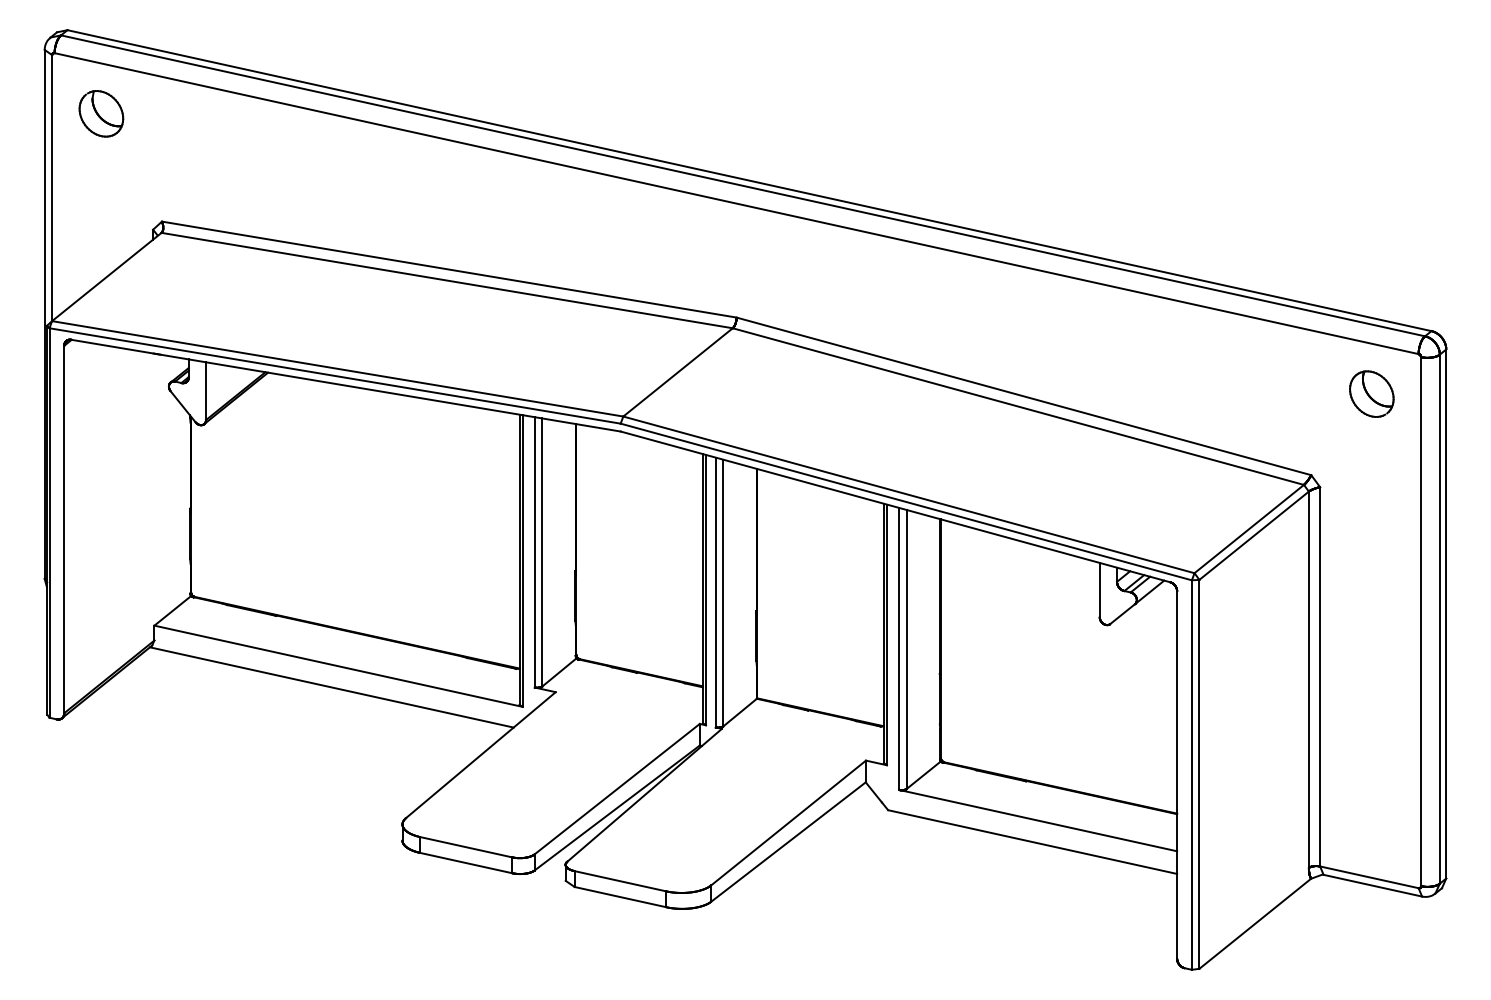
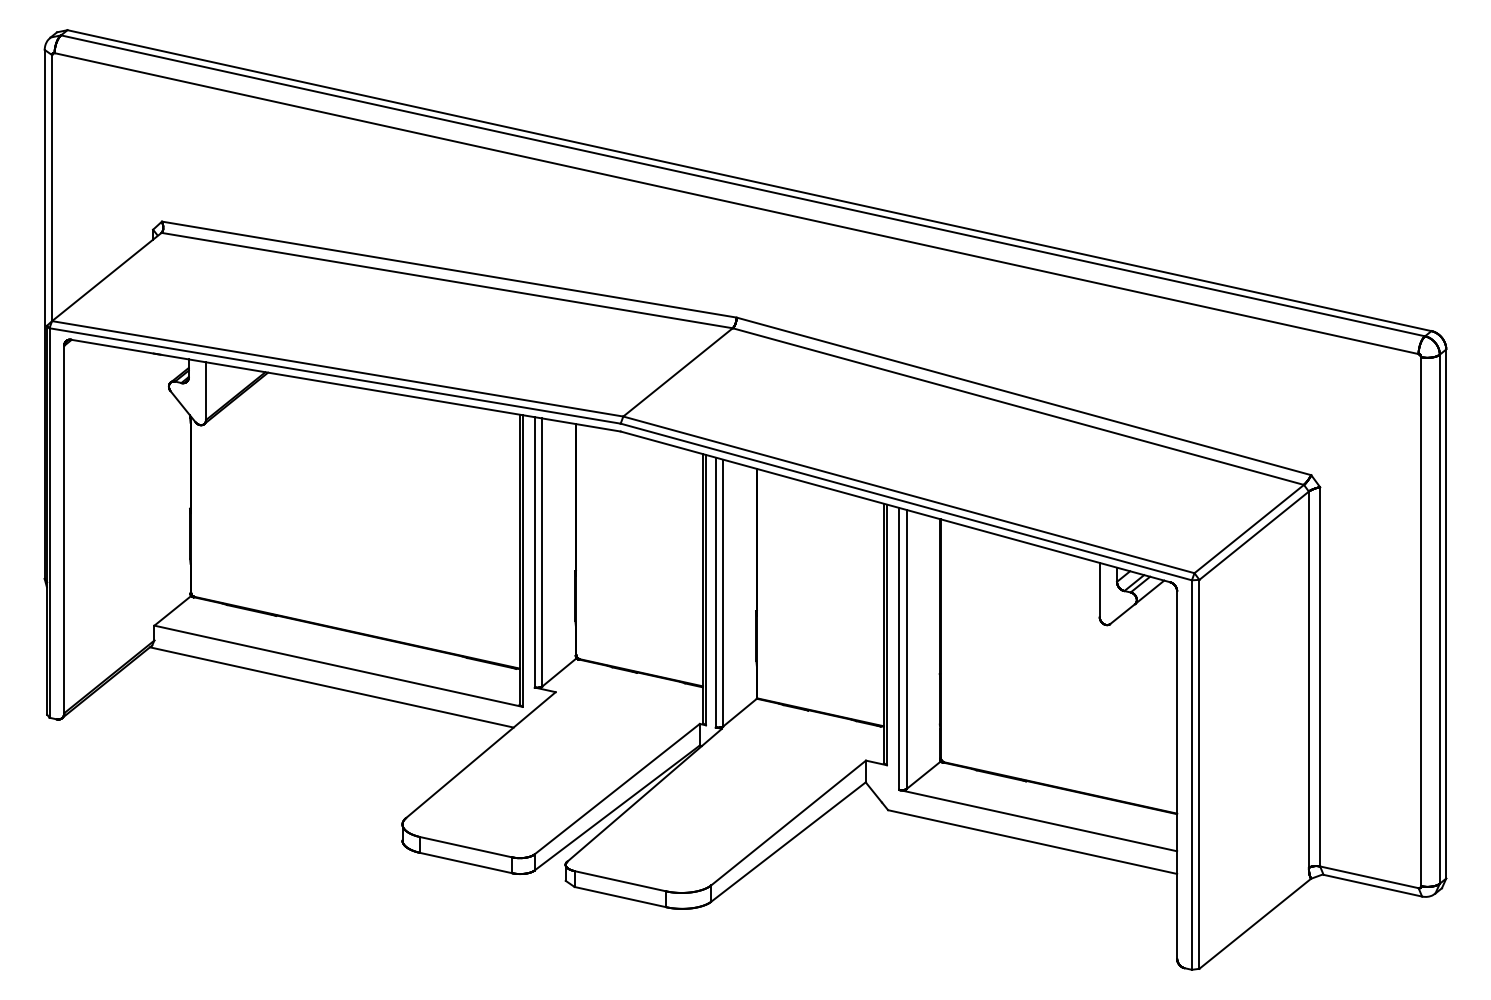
part at (101, 113): present -> none
part at (1371, 393): present -> none
